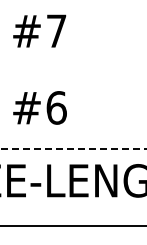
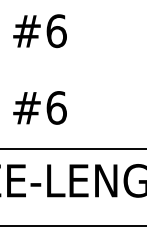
text at (56, 31): #7 -> #6
line at (73, 149): dashed -> solid
